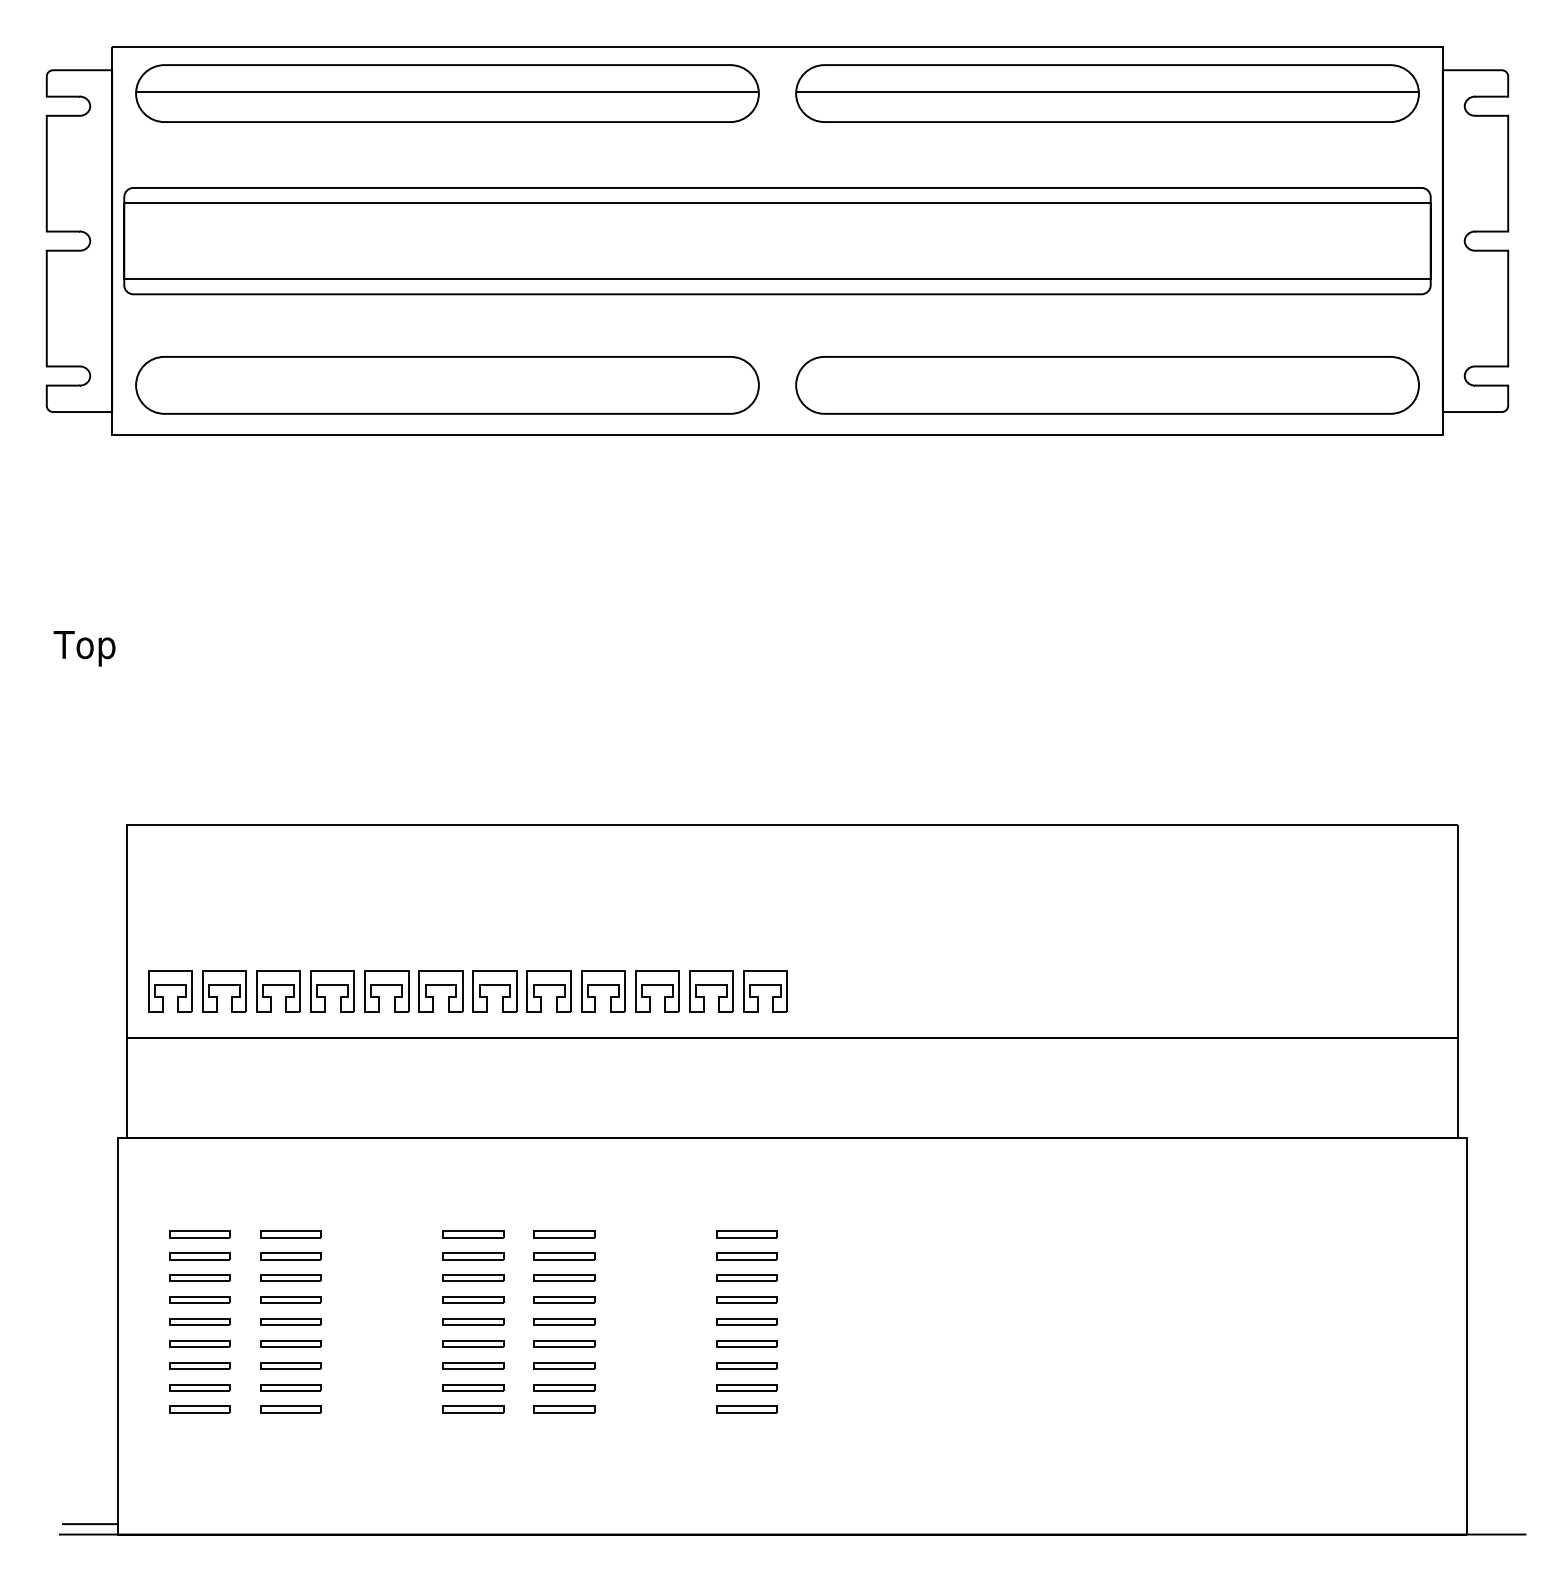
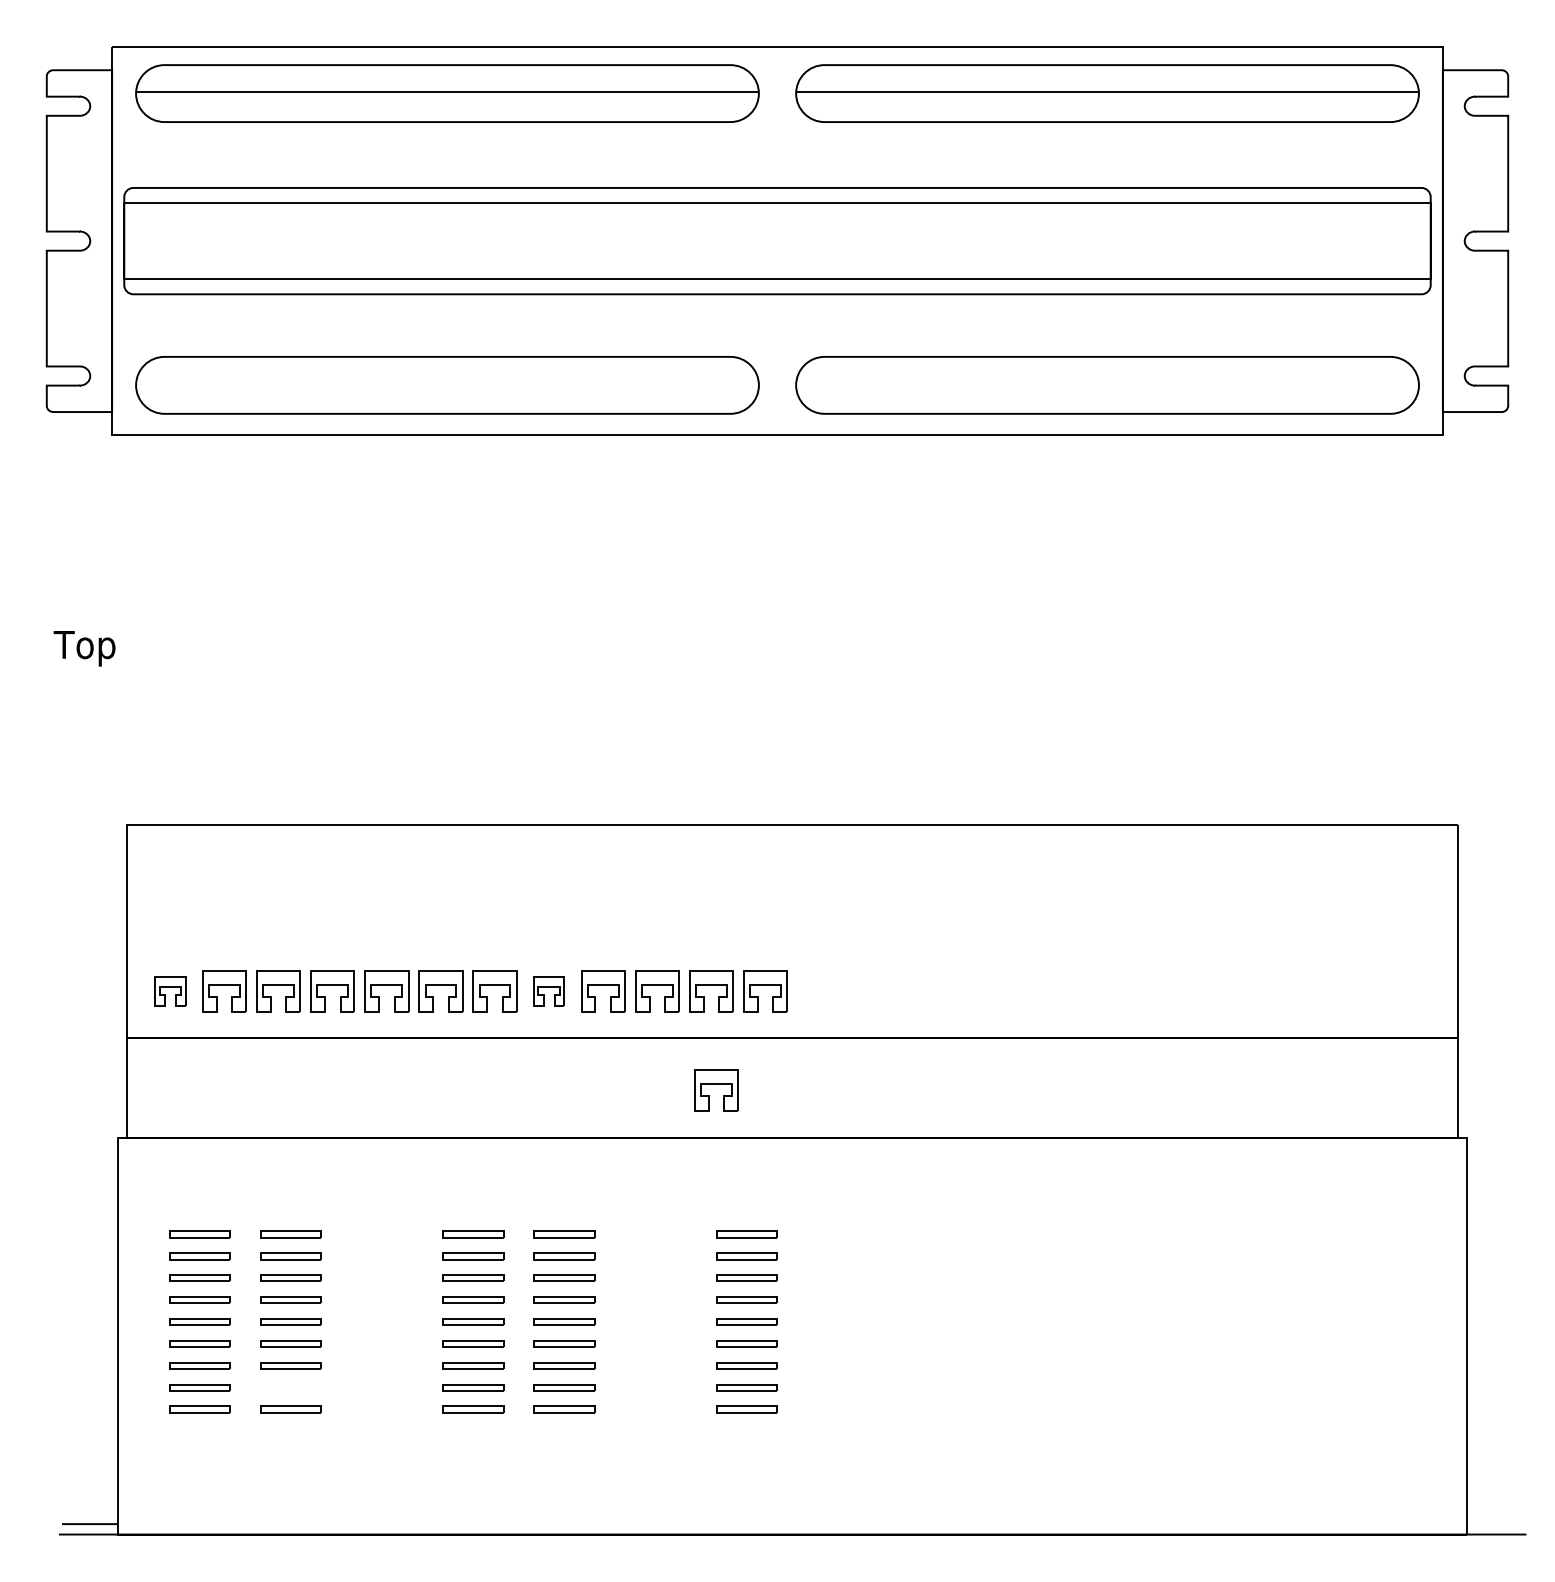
part at (170, 991) size: 45x43 px -> 33x31 px
part at (548, 991) size: 46x43 px -> 32x31 px
part at (716, 1090): none -> present
part at (290, 1387): present -> none
